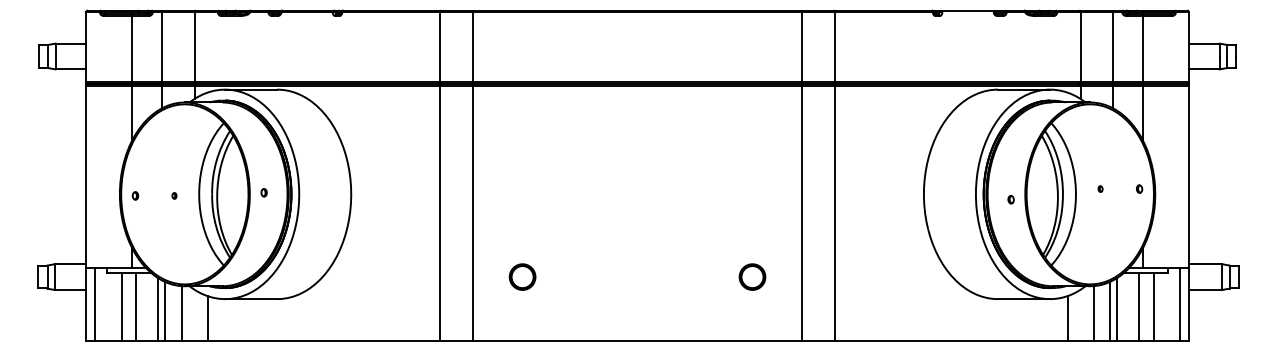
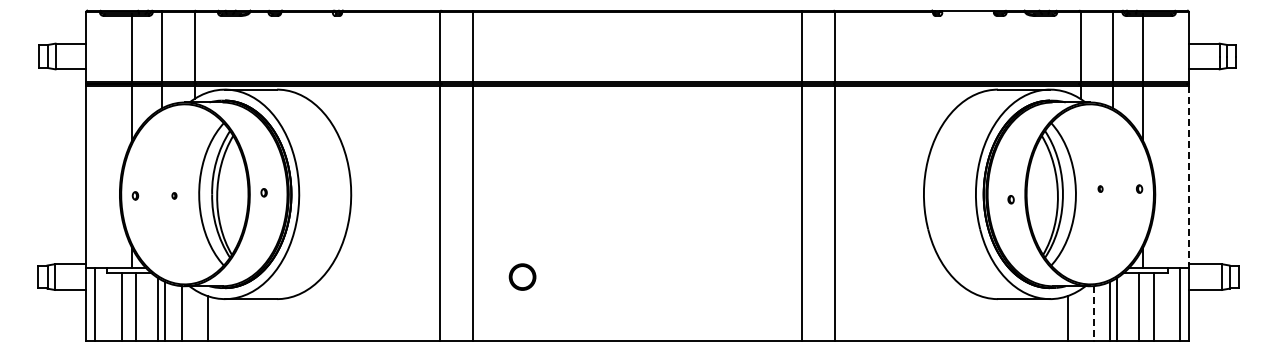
line at (1189, 176): solid -> dashed
part at (752, 276): present -> none
line at (1093, 313): solid -> dashed
